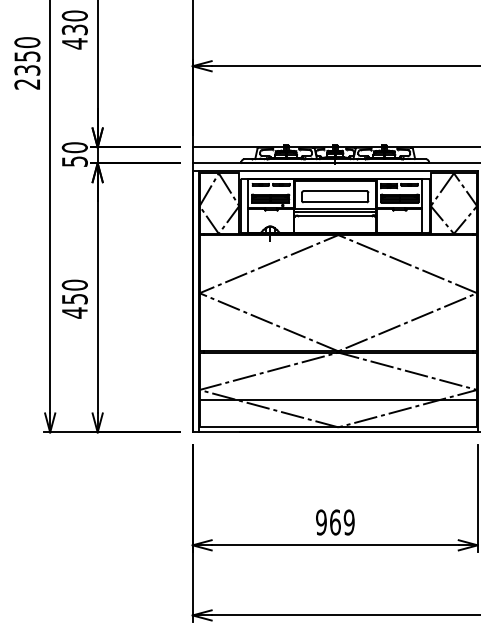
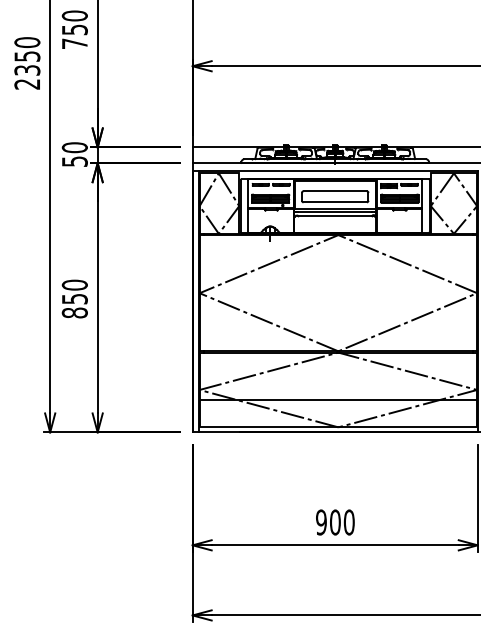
text at (74, 36): 430 -> 750
text at (74, 312): 450 -> 850
text at (342, 522): 969 -> 900
